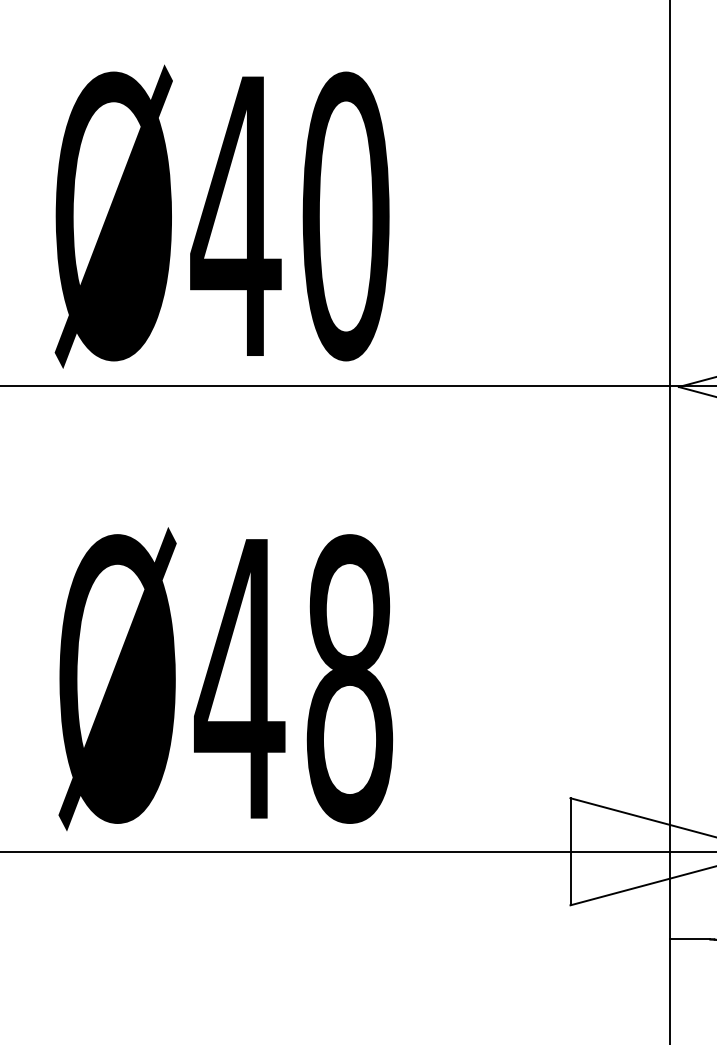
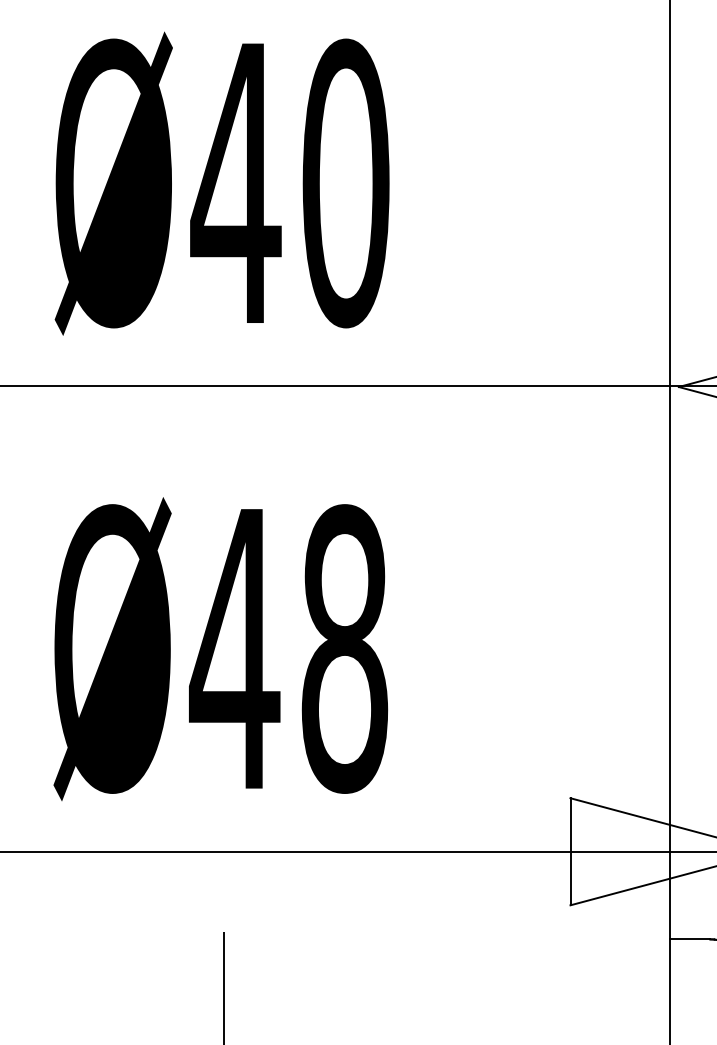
text at (221, 216) position: (221, 216) -> (221, 183)
text at (225, 678) position: (225, 678) -> (220, 648)
line at (223, 986): none -> present
